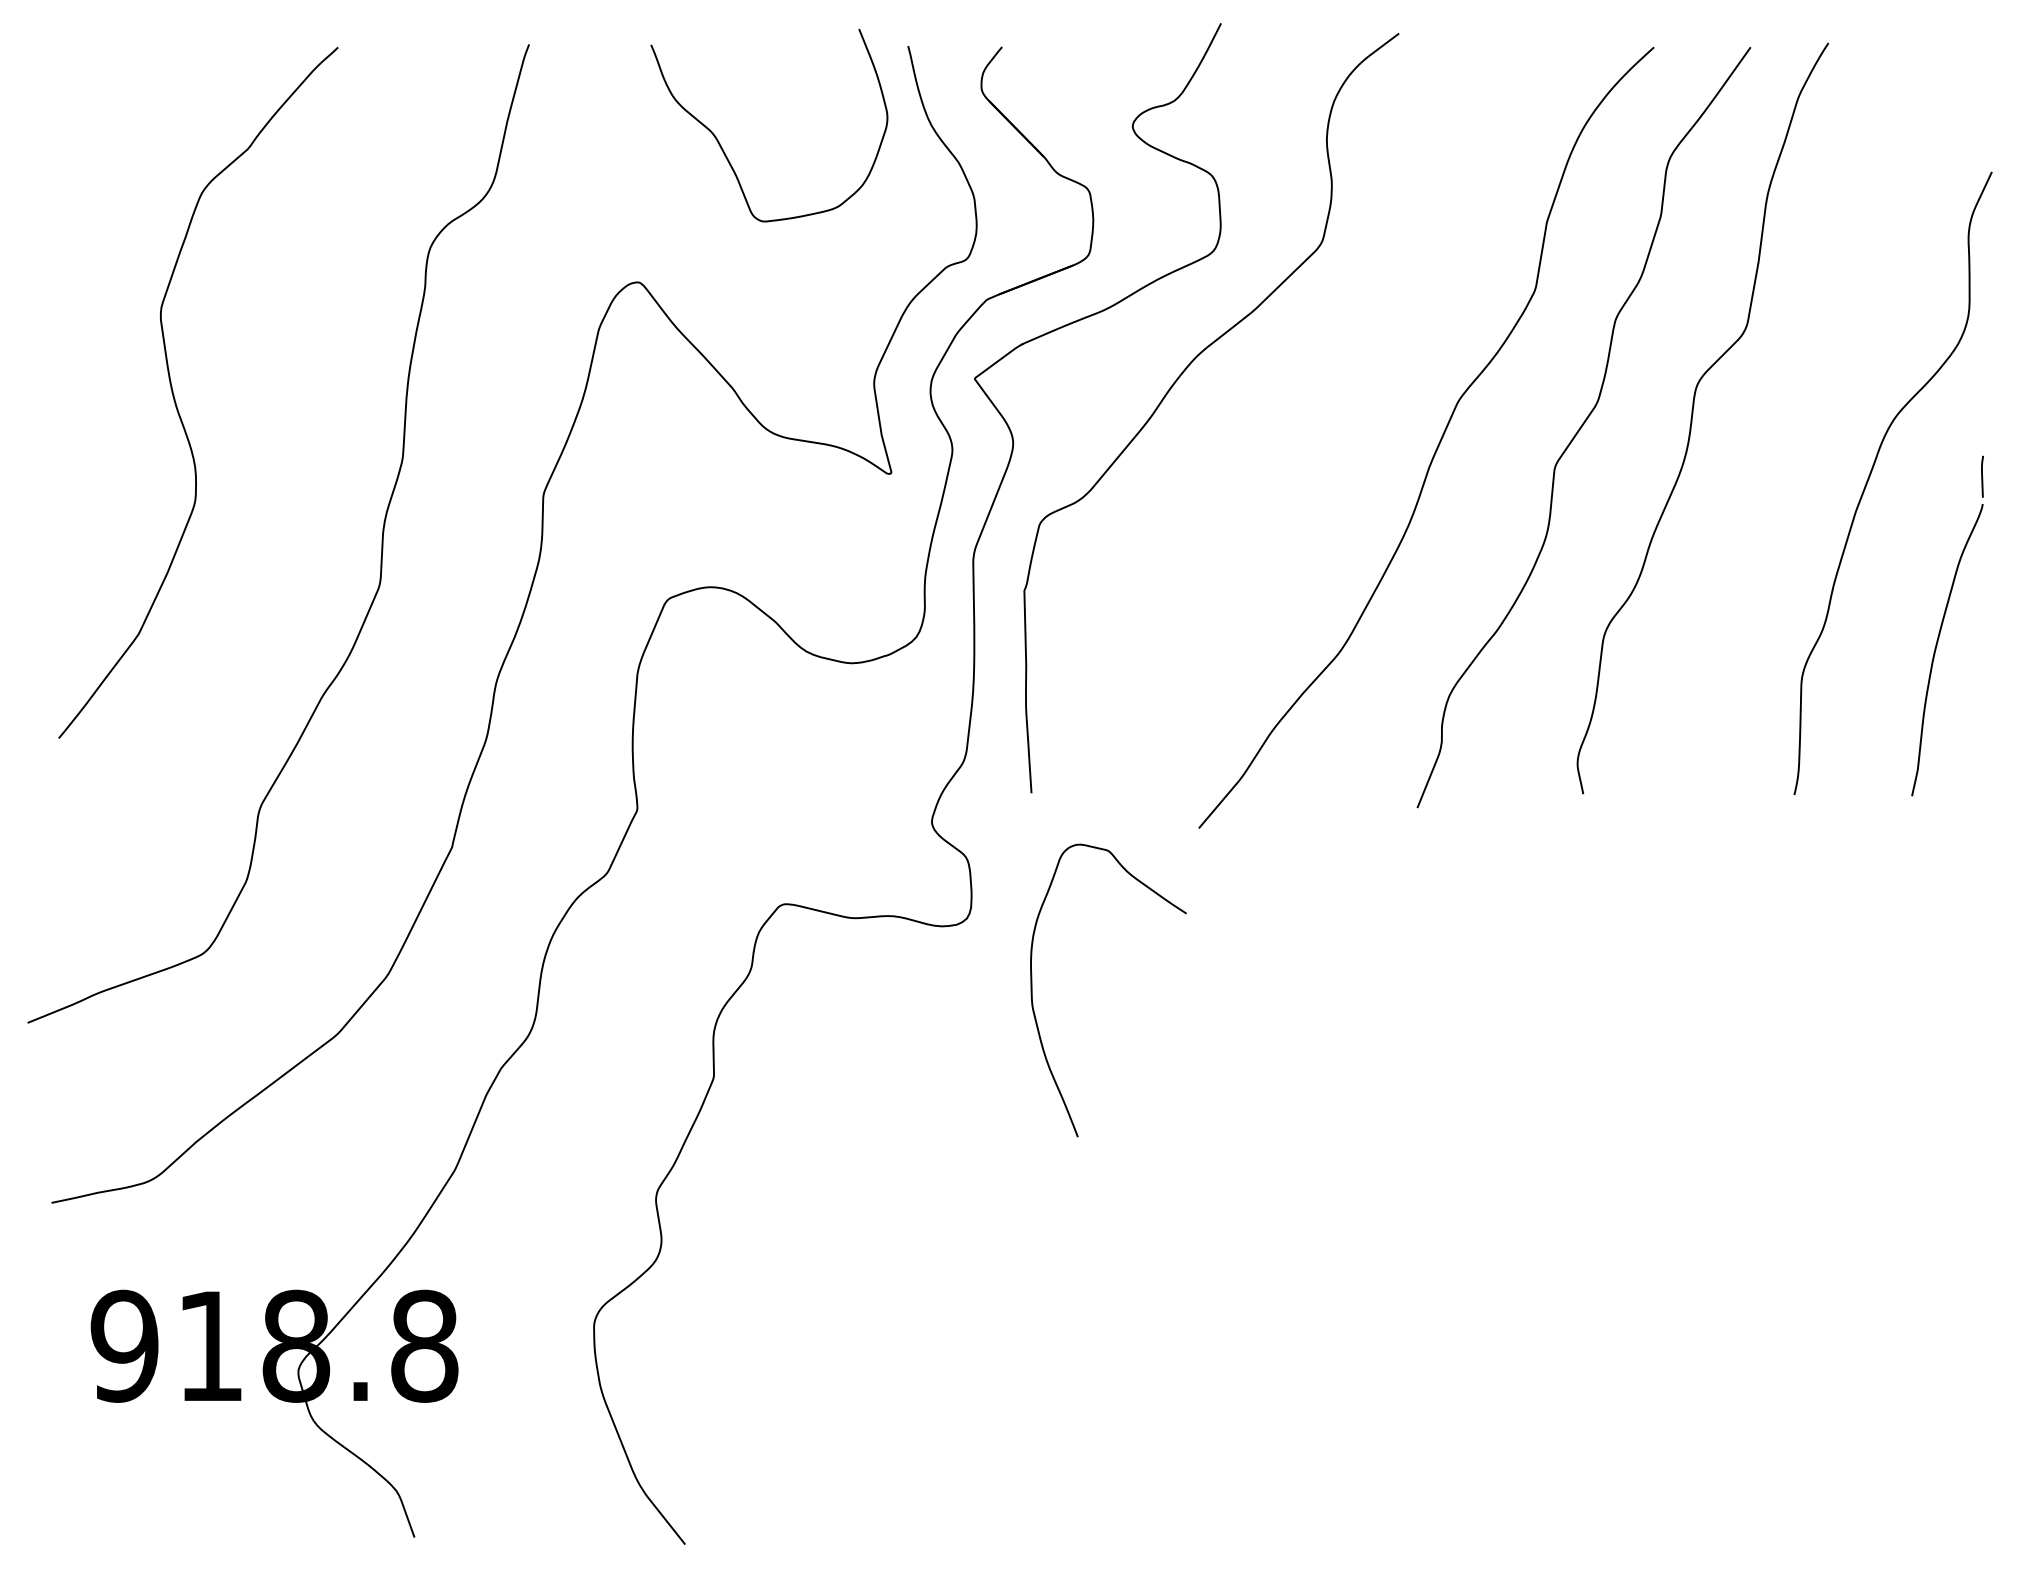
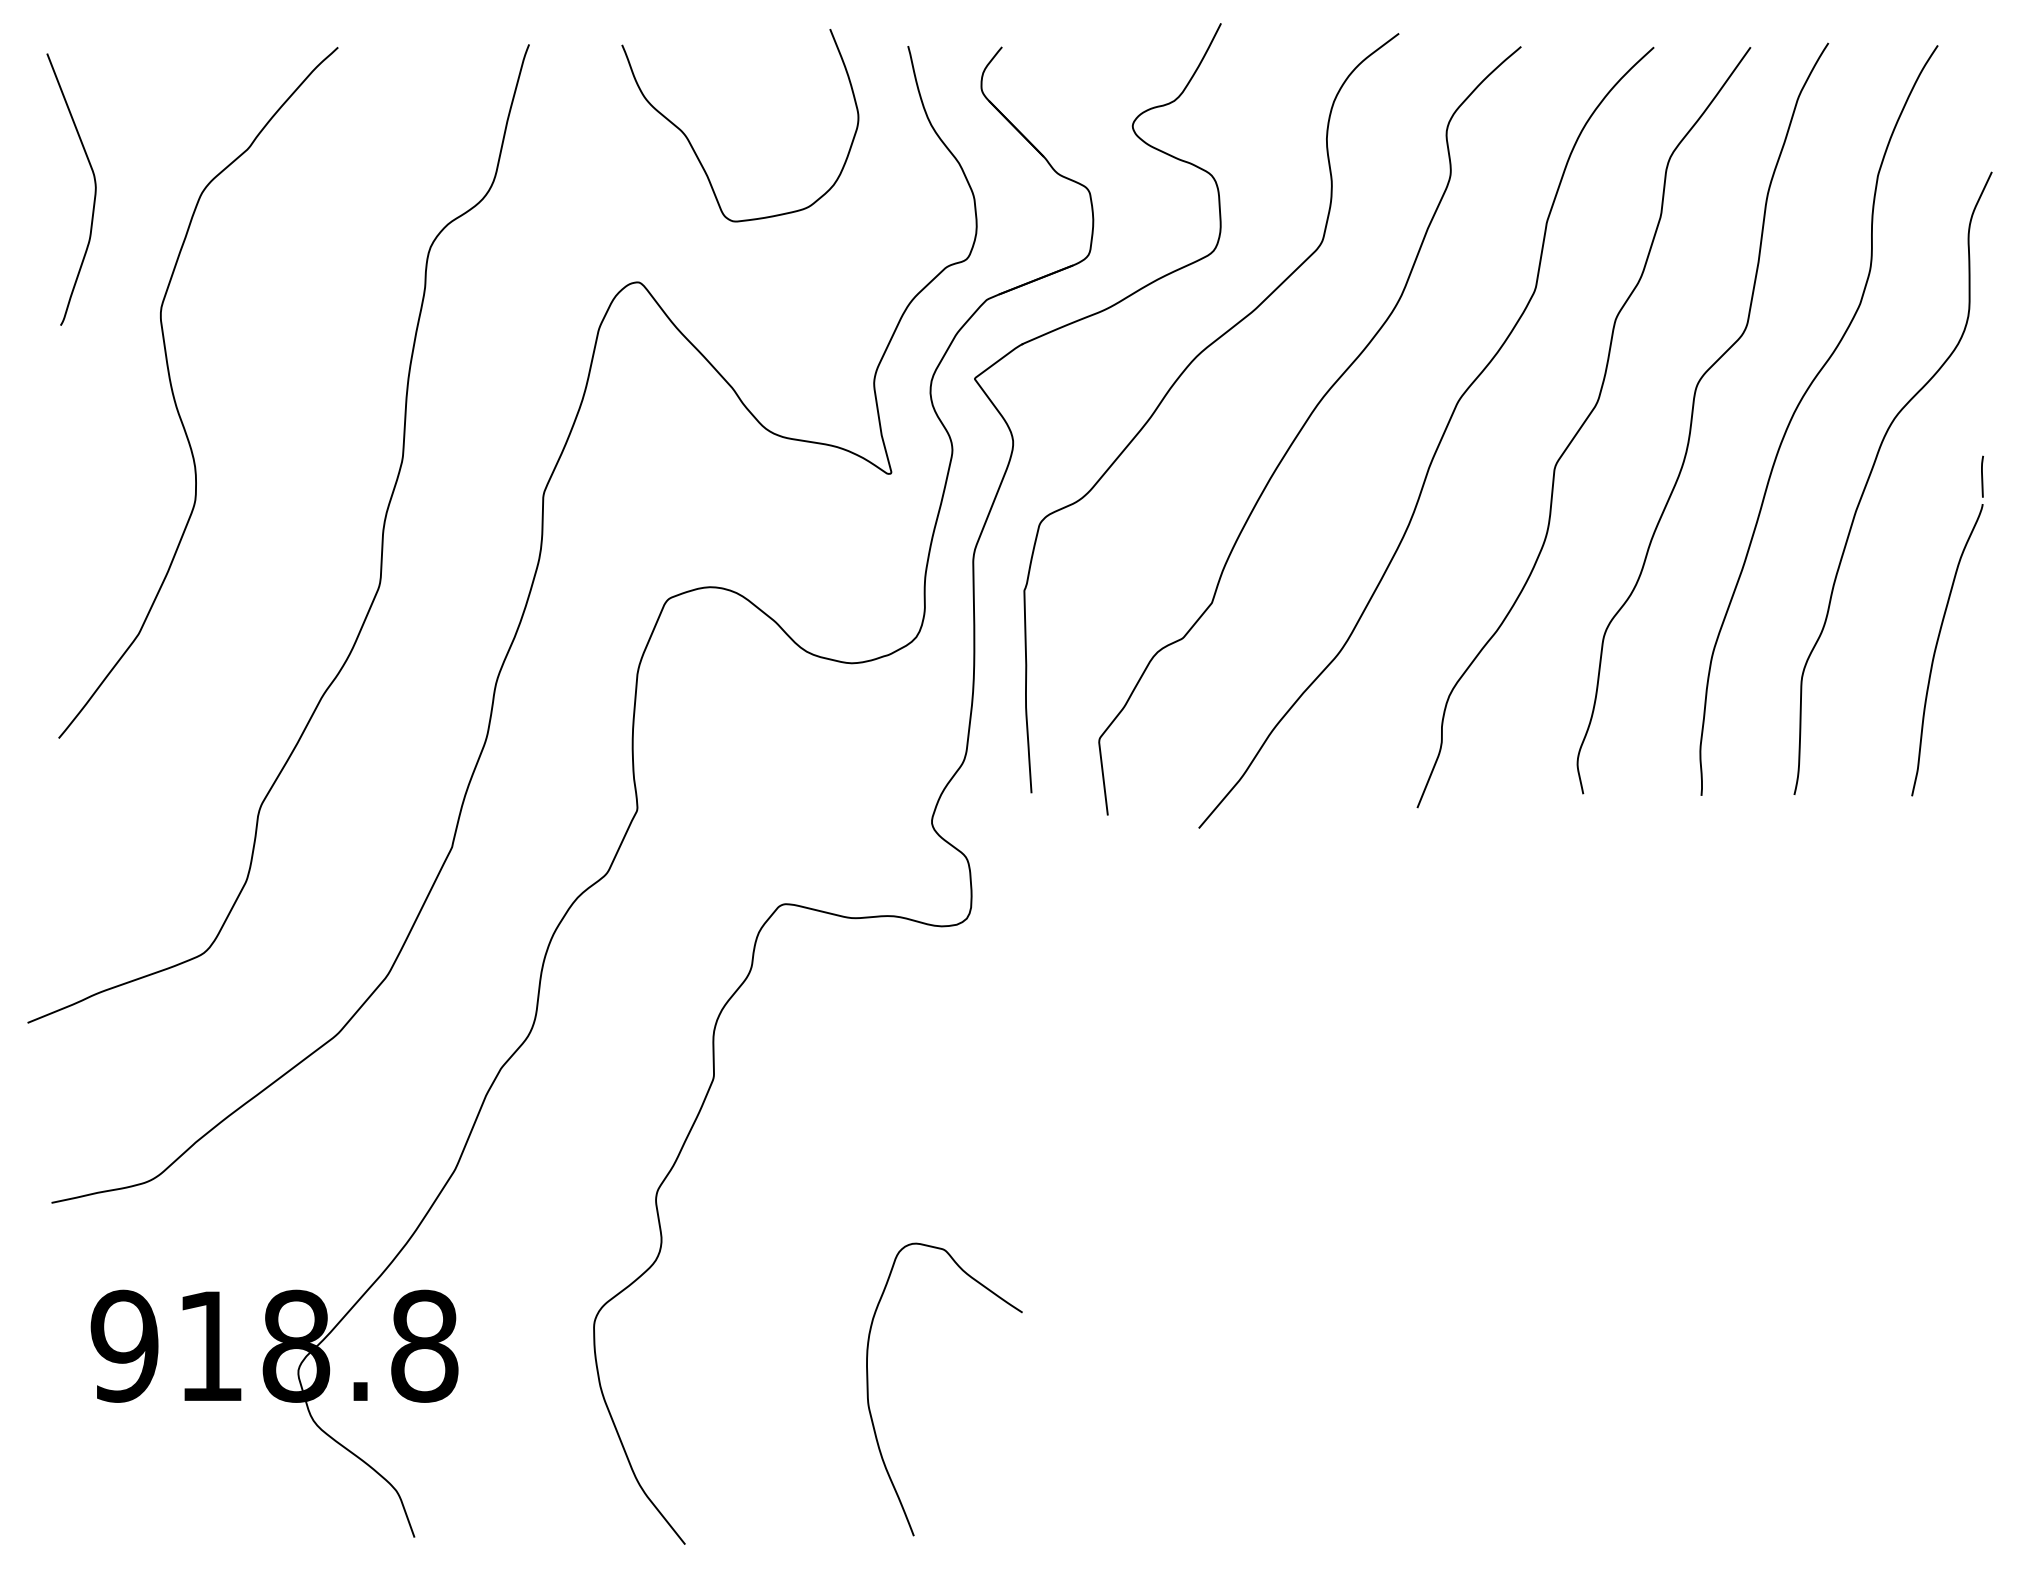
curve at (723, 149) position: (723, 149) -> (694, 149)
curve at (94, 189): none -> present
curve at (1797, 409): none -> present
curve at (1304, 426): none -> present
curve at (1032, 990) position: (1032, 990) -> (868, 1389)
